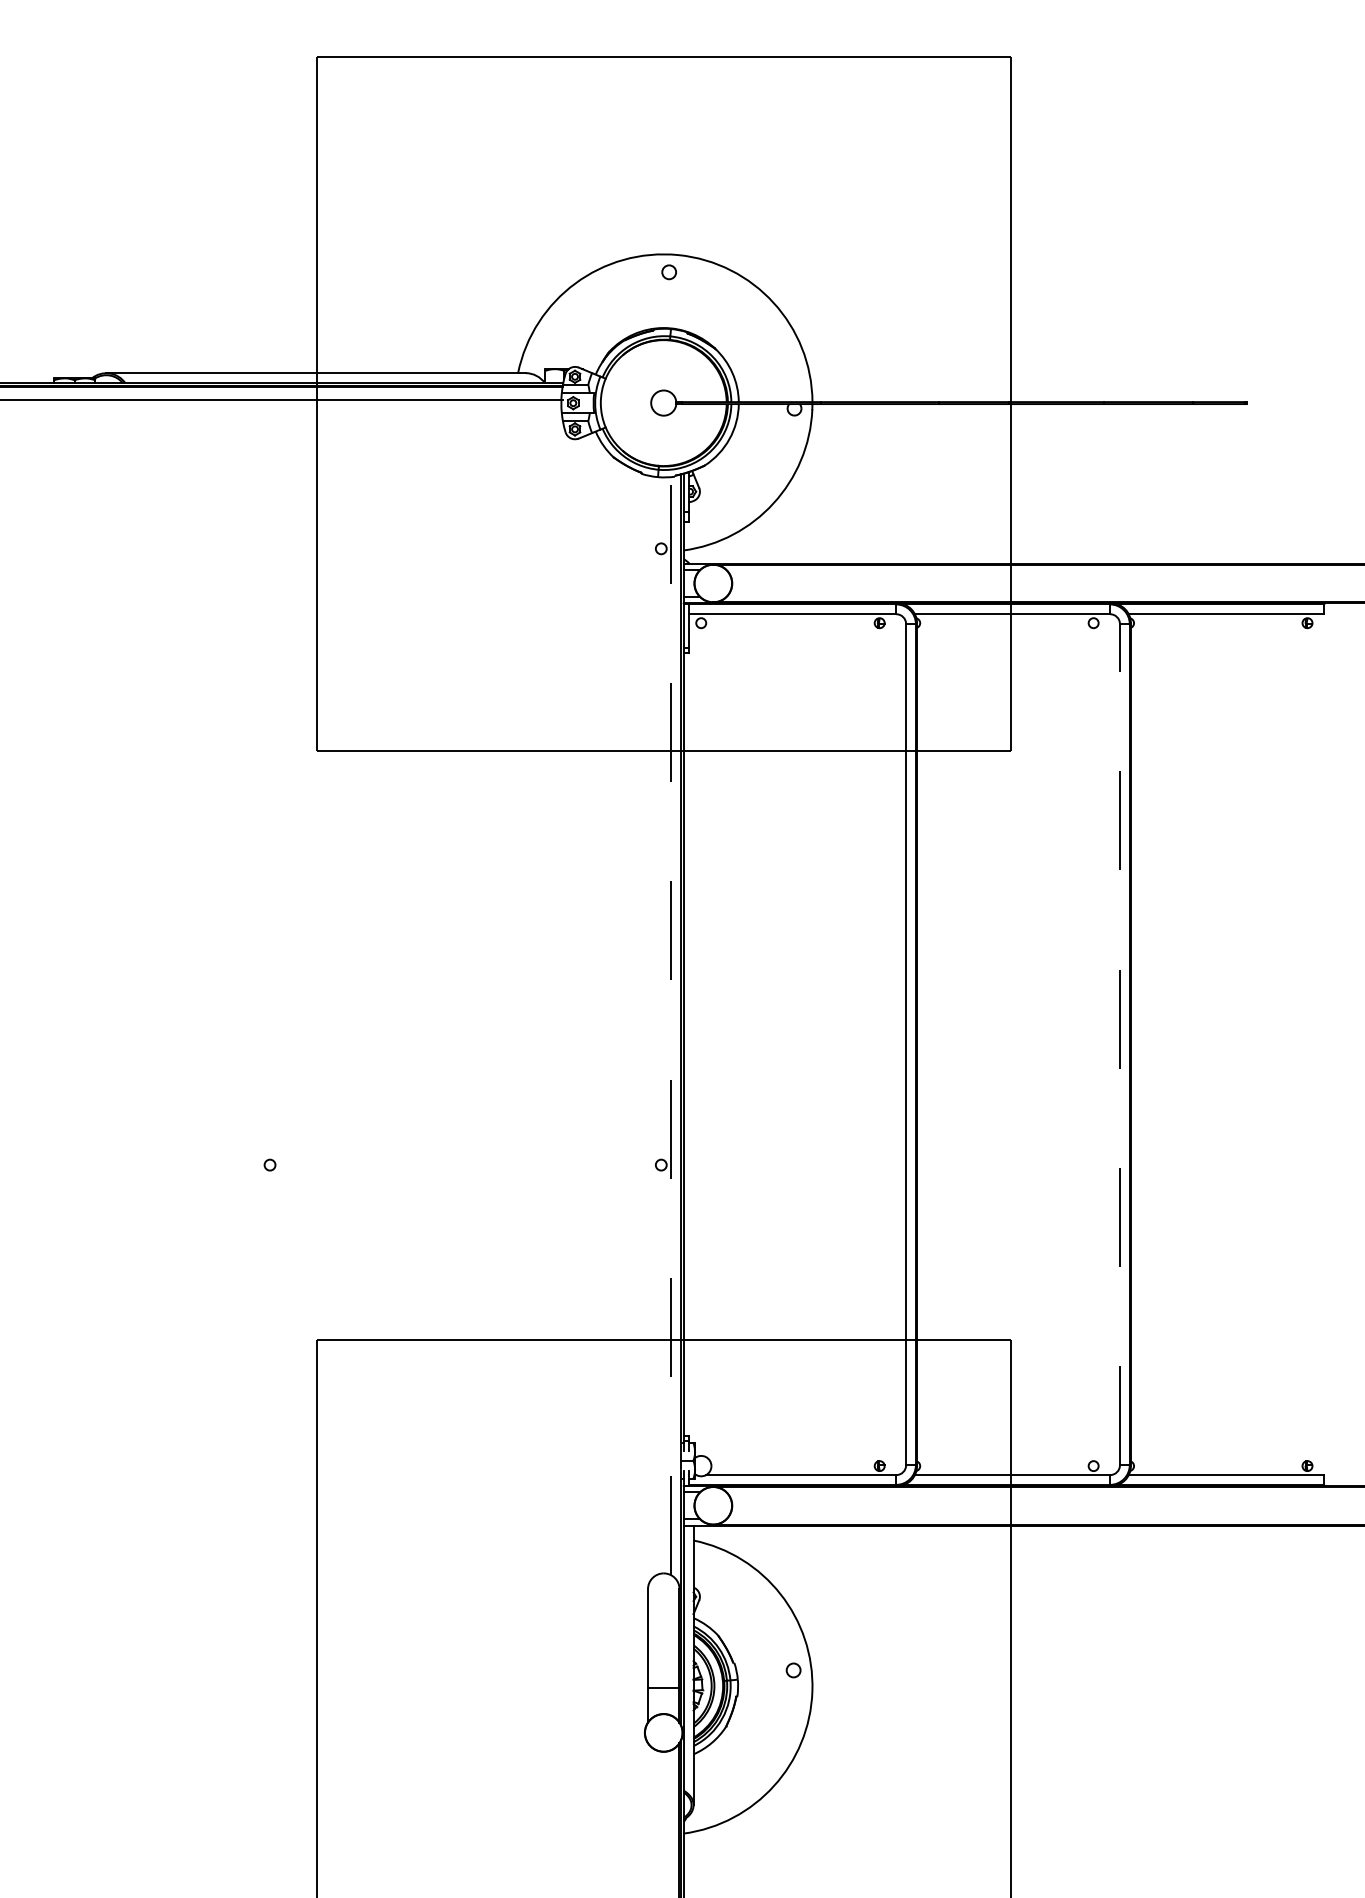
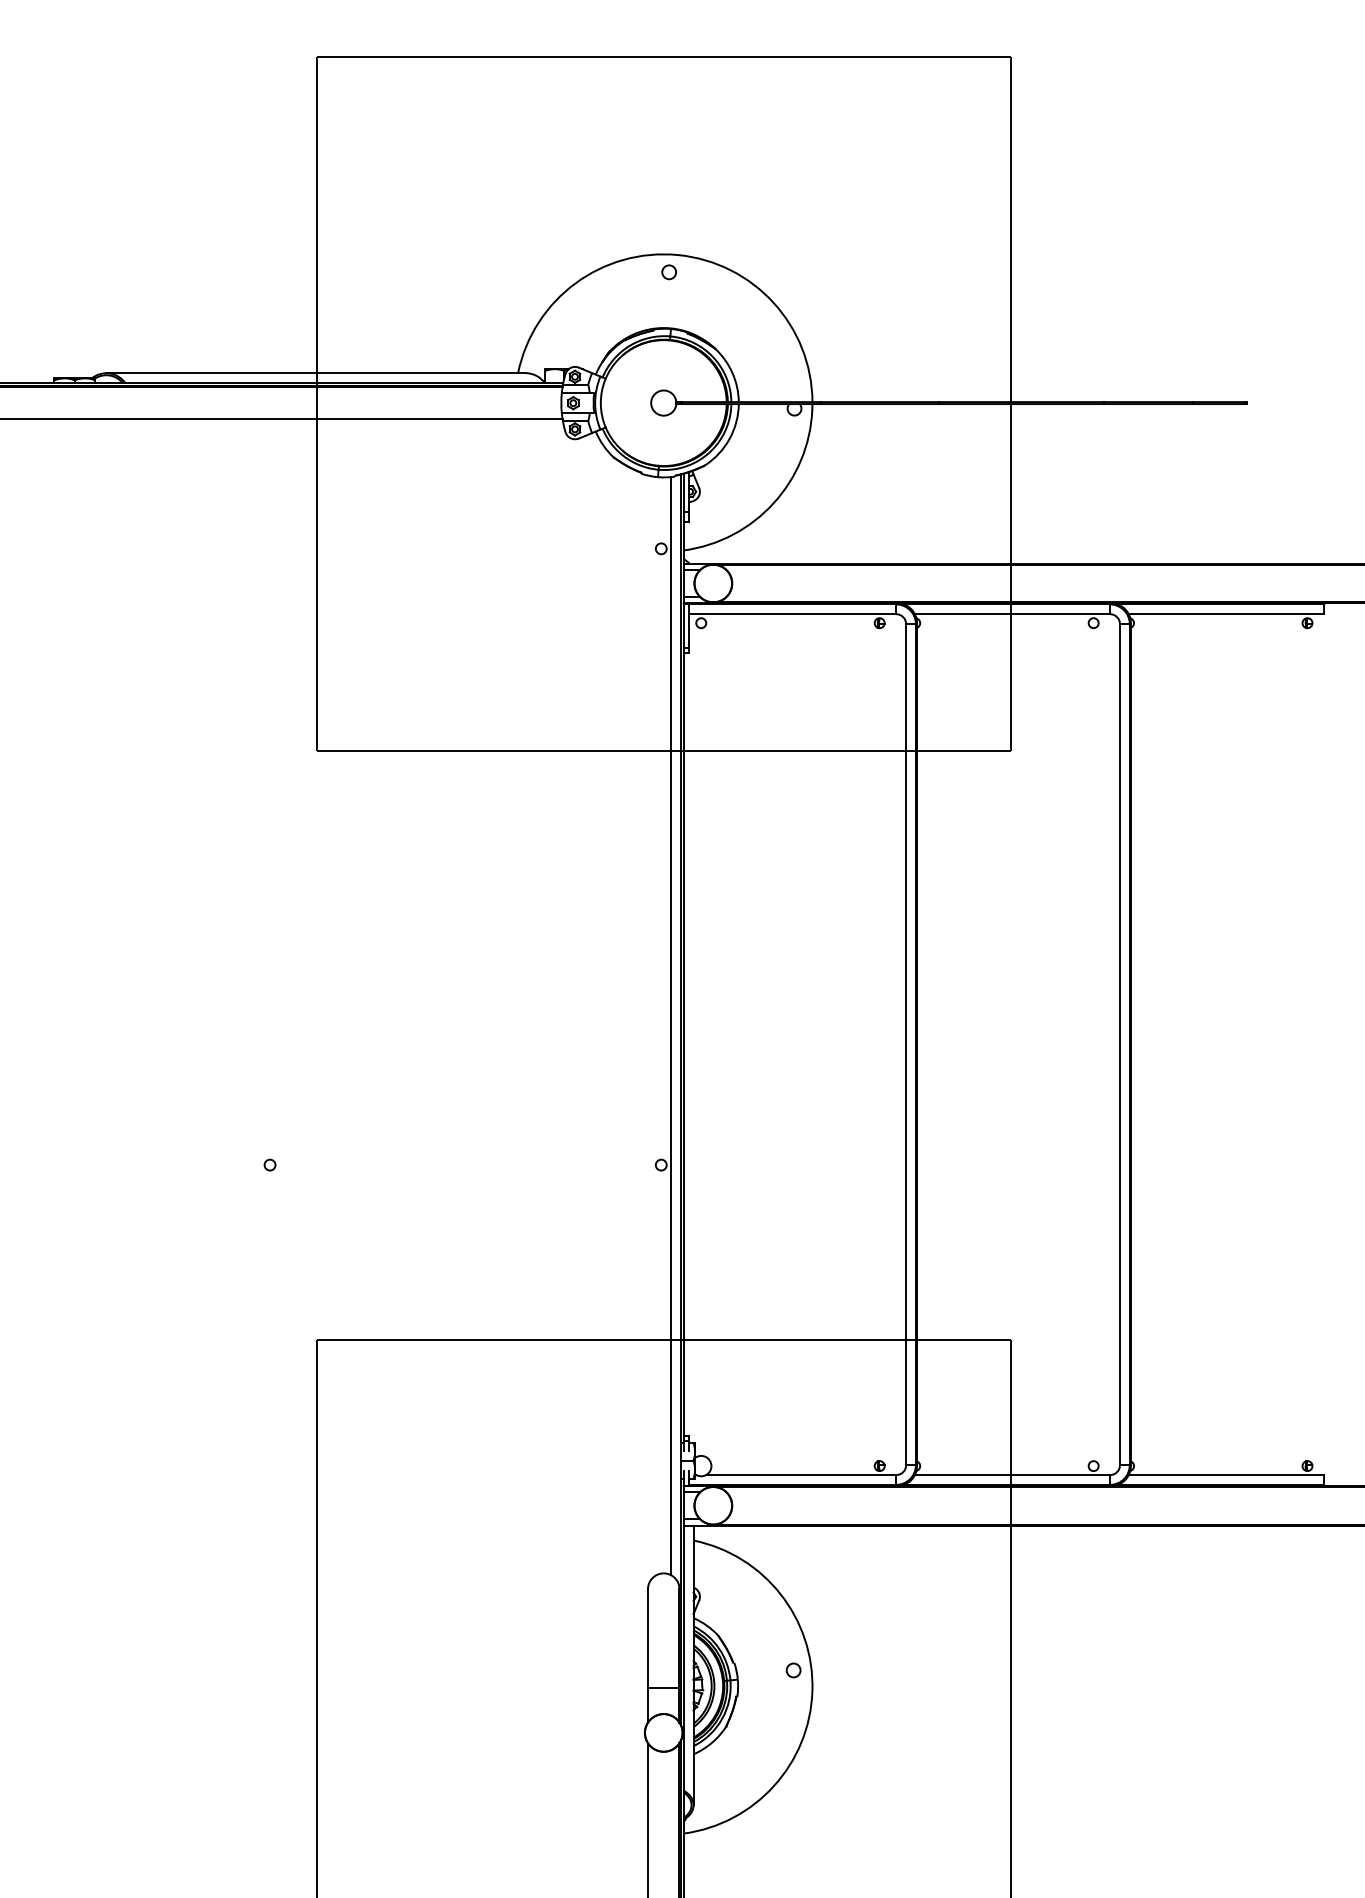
line at (282, 399) position: (282, 399) -> (282, 418)
line at (671, 1025): dashed -> solid
line at (1120, 1044): dashed -> solid
line at (648, 1818): none -> present
